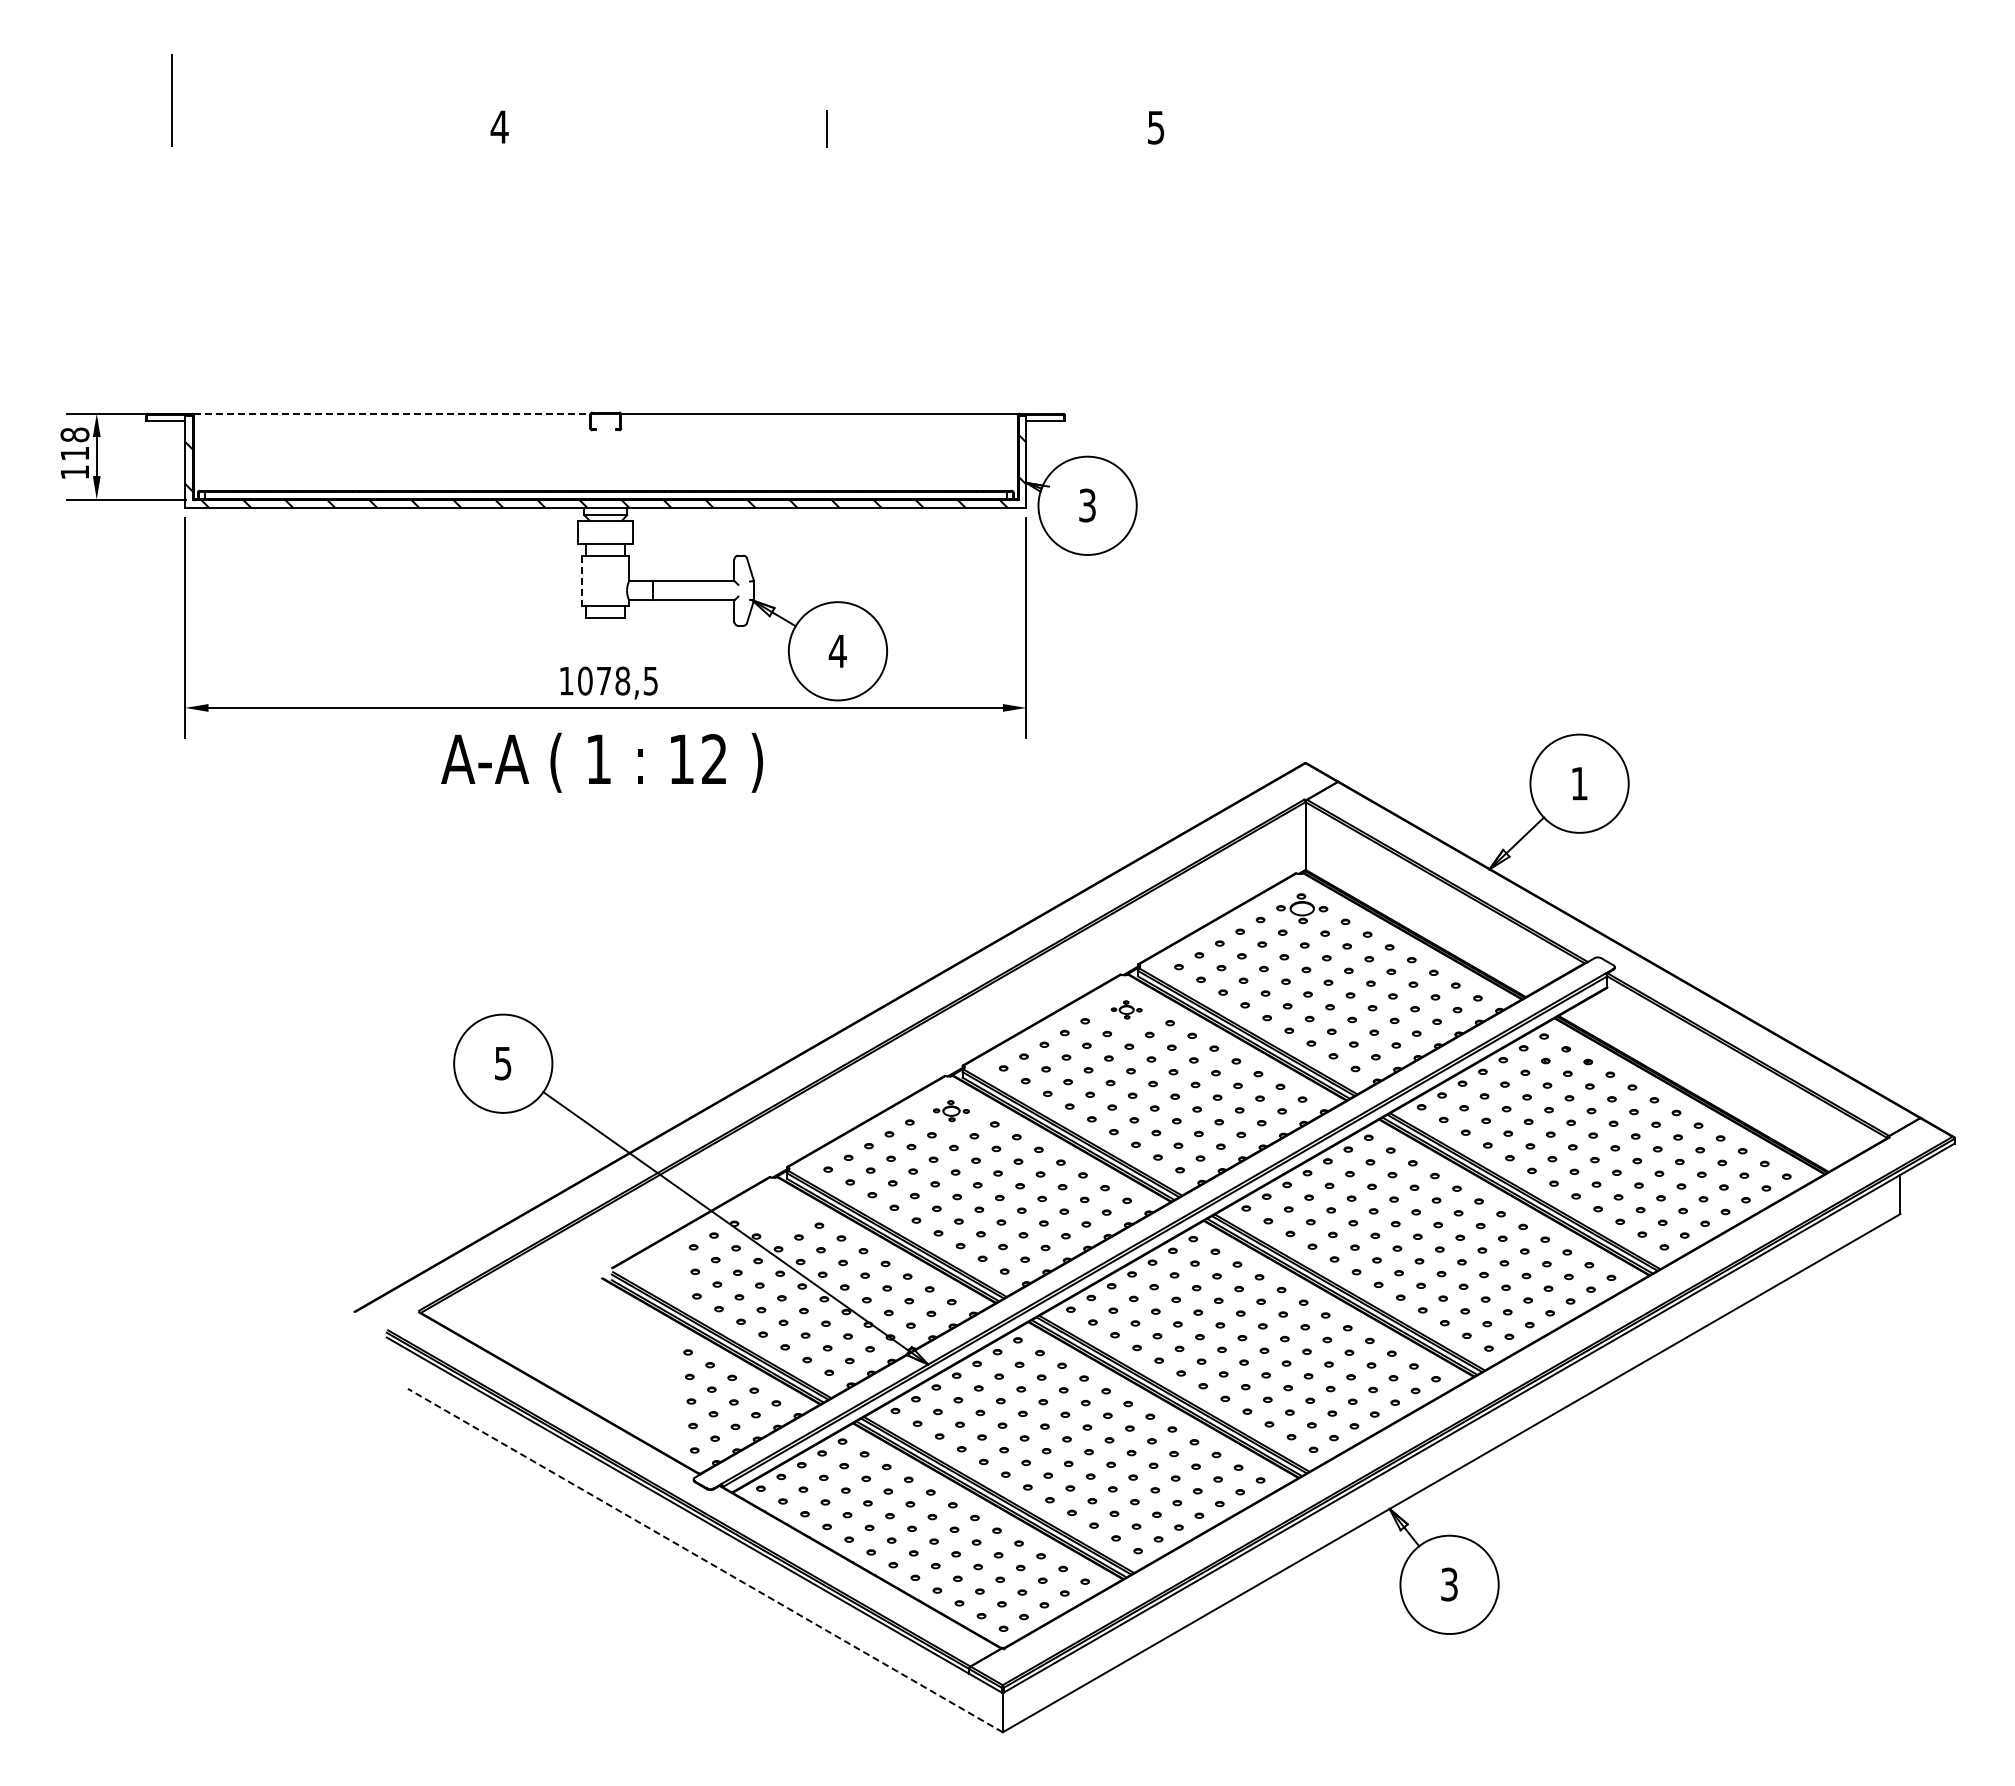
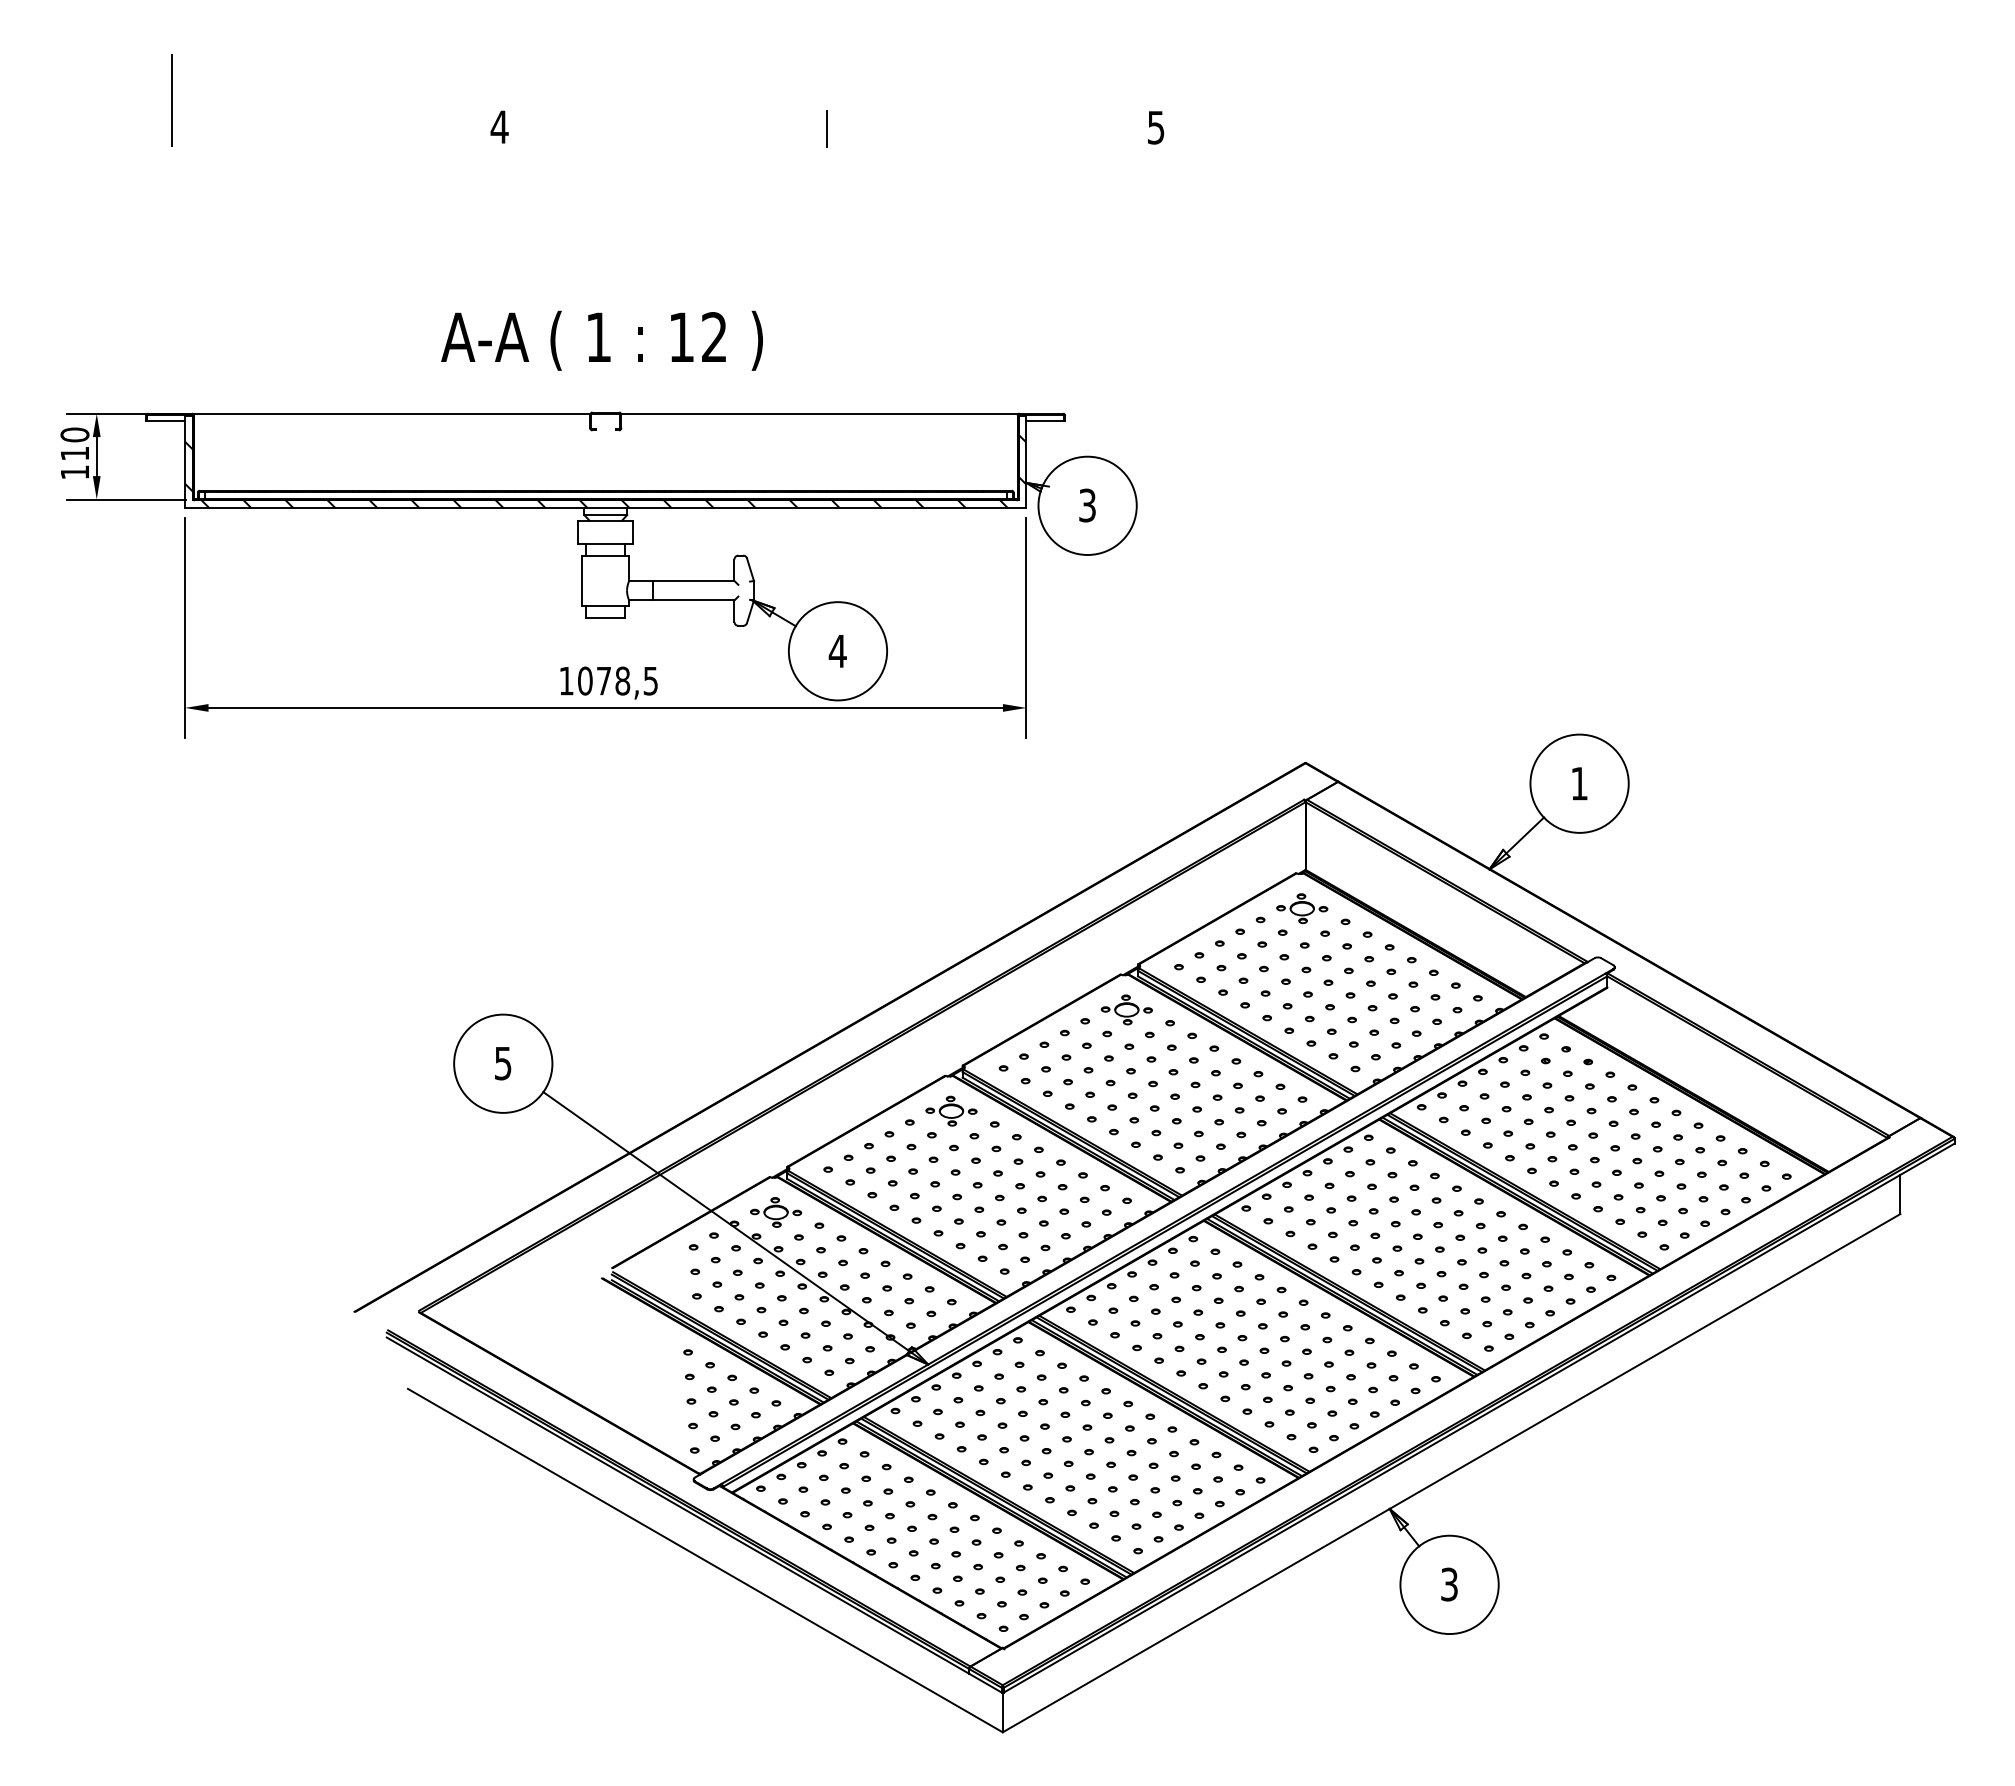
line at (392, 413): dashed -> solid
text at (75, 434): 118 -> 110
line at (582, 581): dashed -> solid
text at (601, 762) position: (601, 762) -> (601, 340)
part at (1126, 1009) size: 33x20 px -> 53x32 px
part at (951, 1111) size: 37x23 px -> 53x32 px
part at (776, 1212): none -> present
line at (704, 1560): dashed -> solid
